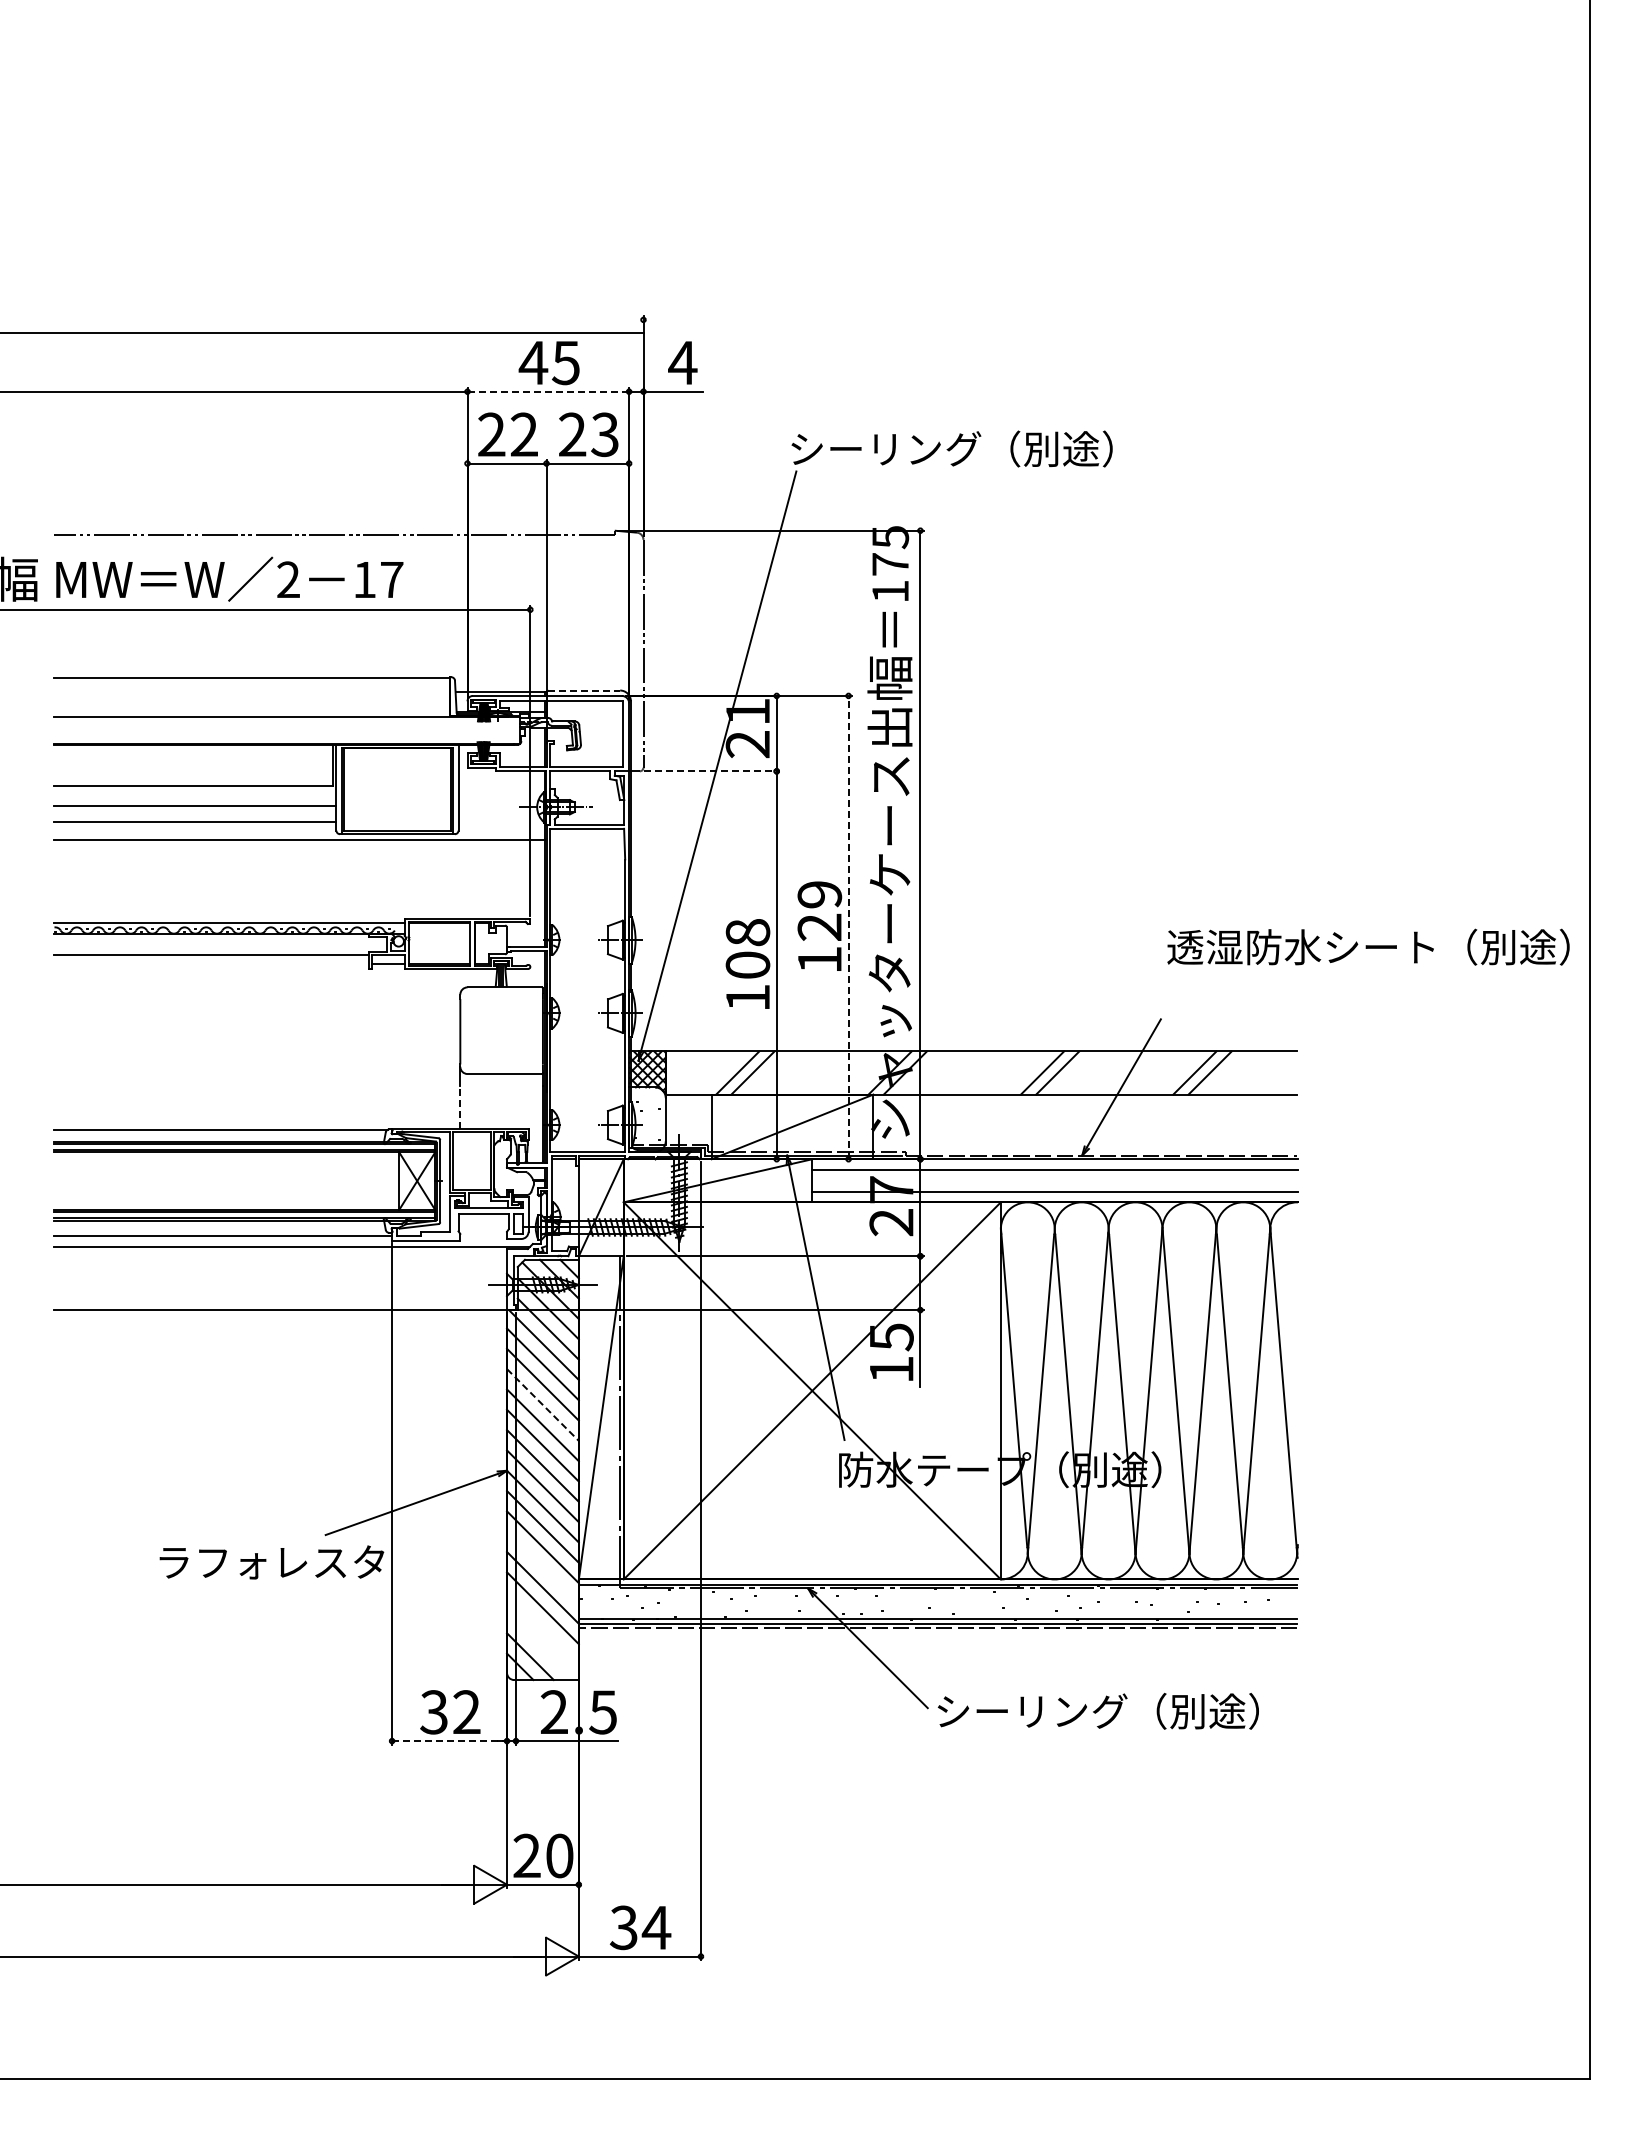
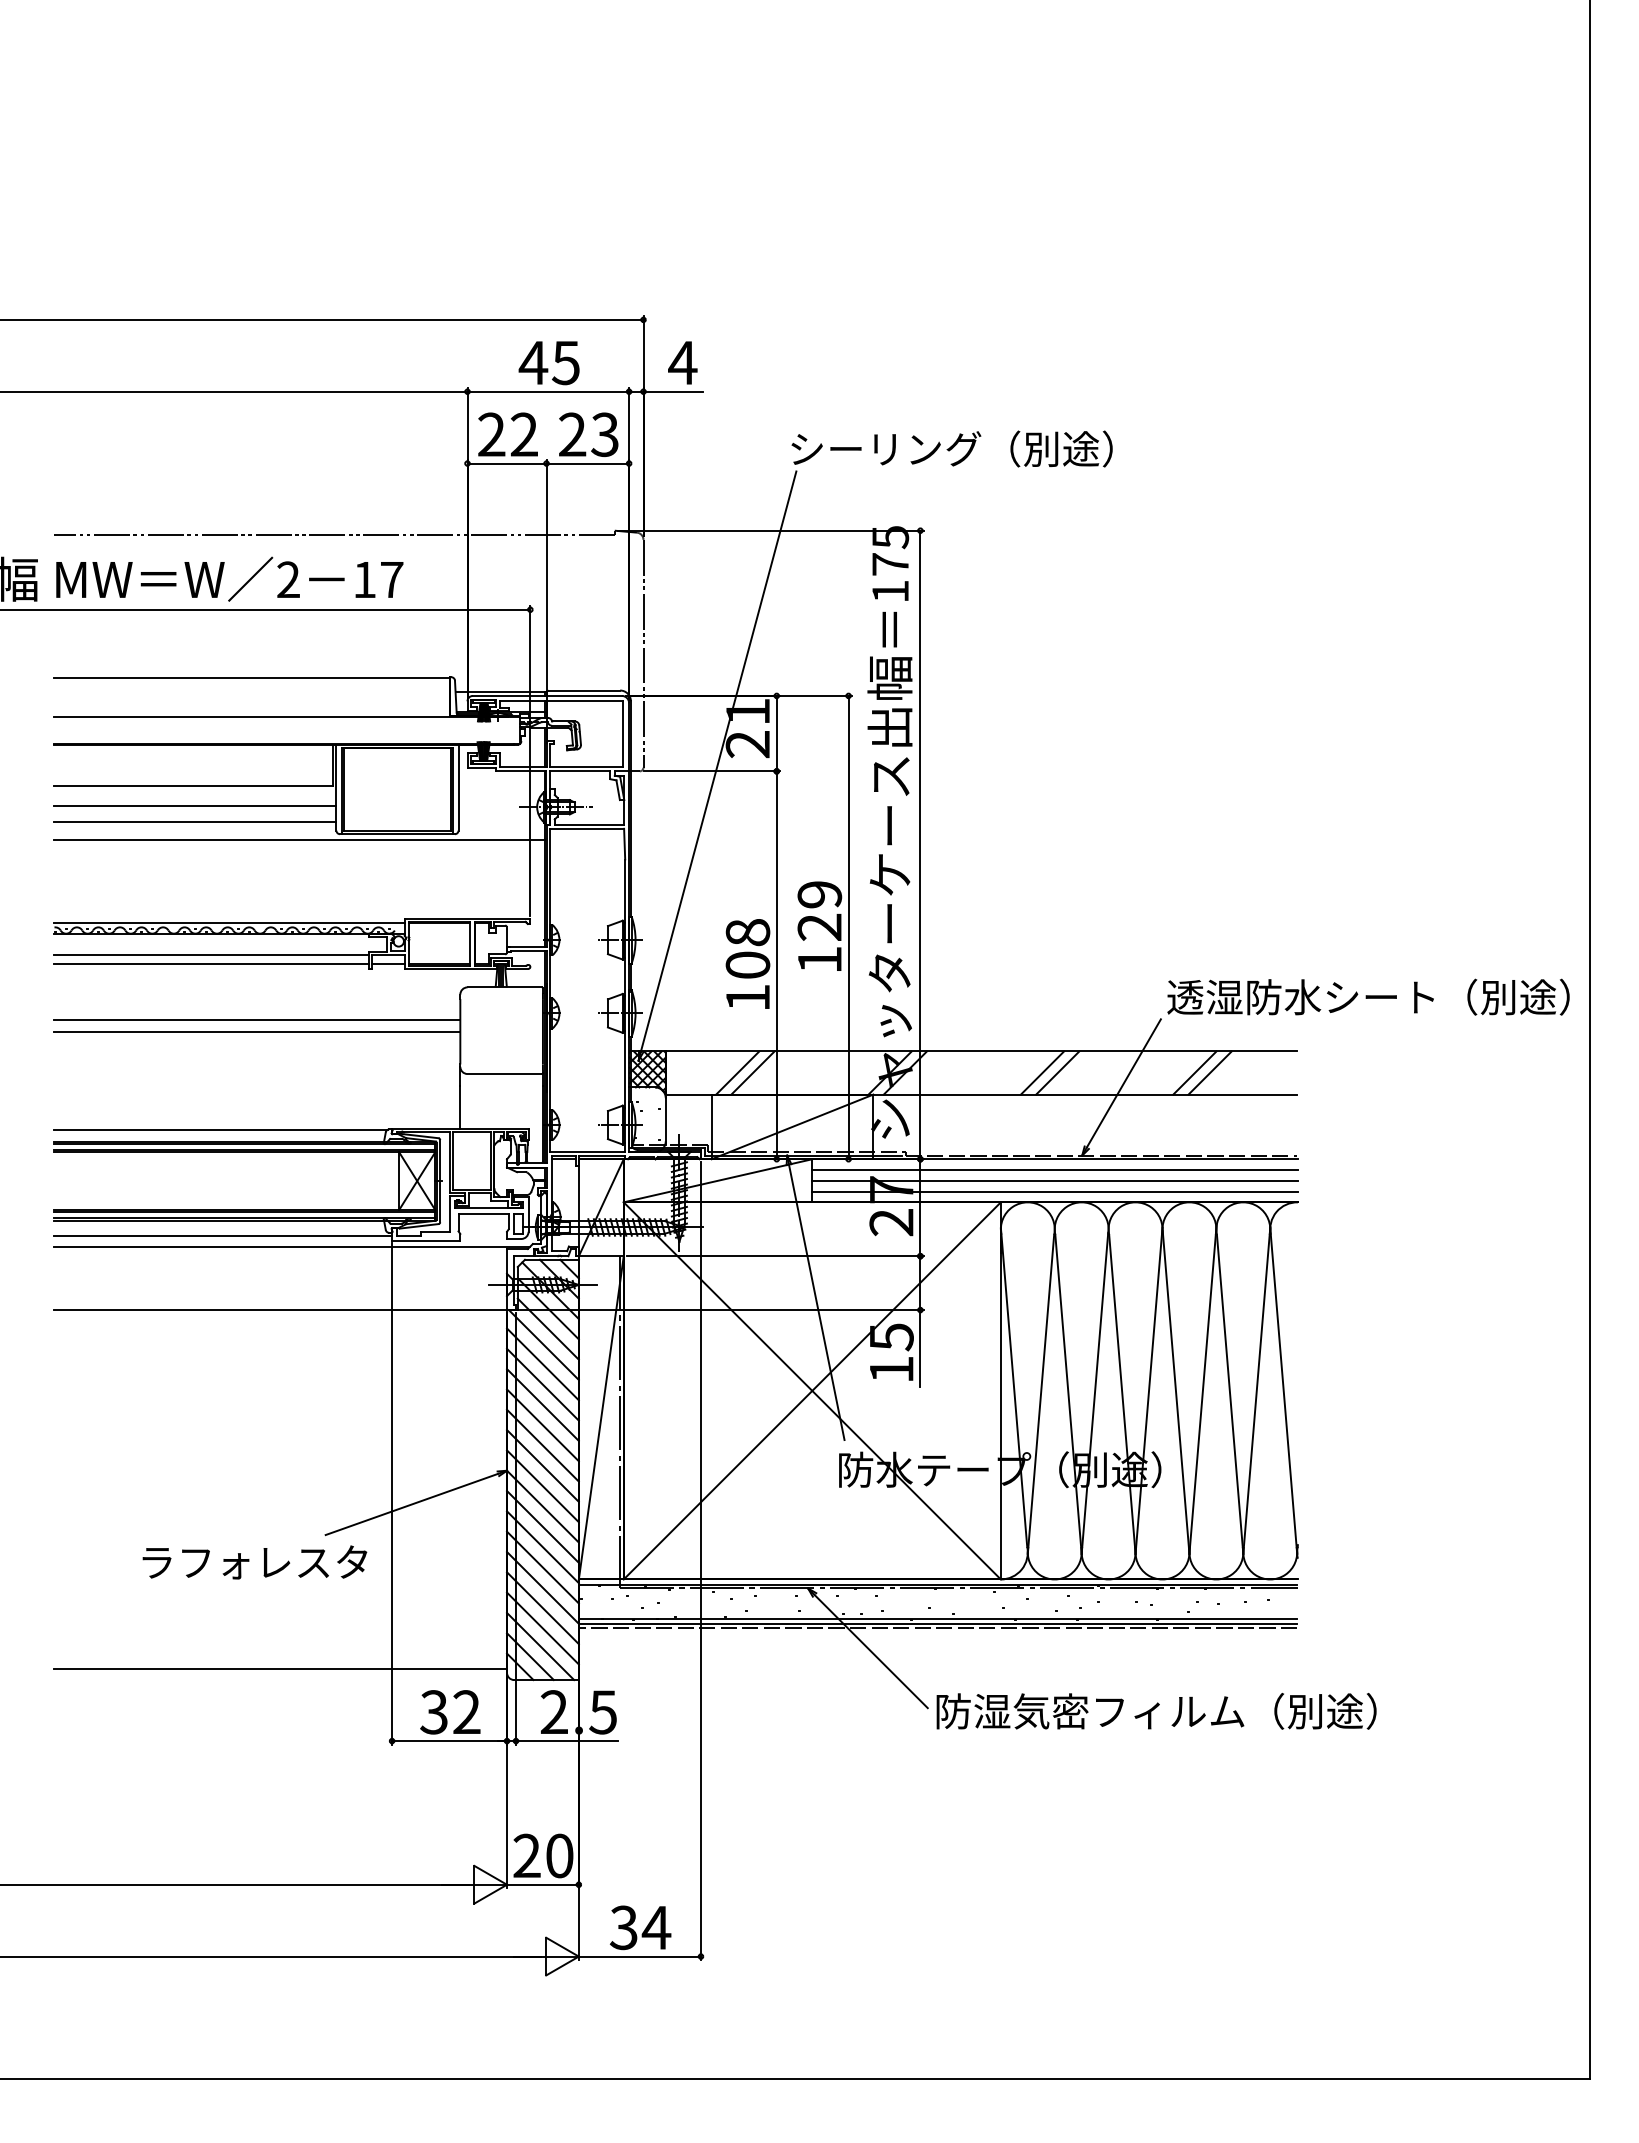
line at (322, 332) position: (322, 332) -> (322, 319)
line at (548, 391): dashed -> solid
line at (584, 690): dashed -> solid
line at (712, 771): dashed -> solid
line at (848, 927): dashed -> solid
text at (1368, 946) position: (1368, 946) -> (1368, 996)
line at (211, 964): none -> present
line at (257, 1020): none -> present
line at (257, 1032): none -> present
line at (460, 1107): dashed -> solid
line at (1054, 1180): none -> present
line at (542, 1405): dashed -> solid
text at (271, 1562) position: (271, 1562) -> (254, 1562)
line at (542, 1567): none -> present
line at (542, 1628): none -> present
line at (540, 1646): none -> present
line at (280, 1669): none -> present
text at (1156, 1710): シーリング（別途） -> 防湿気密フィルム（別途）
line at (450, 1741): dashed -> solid
